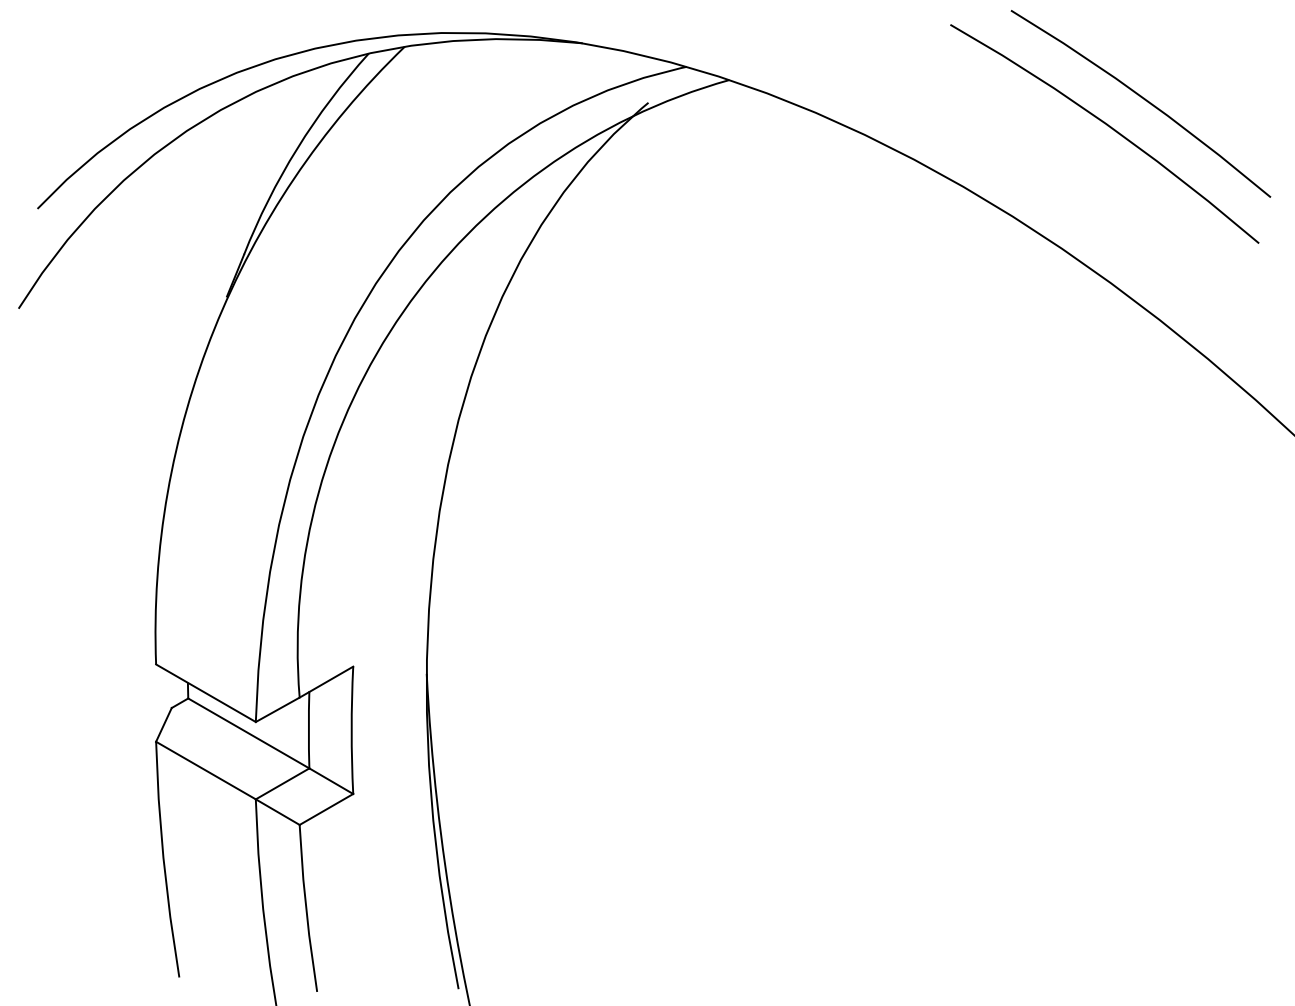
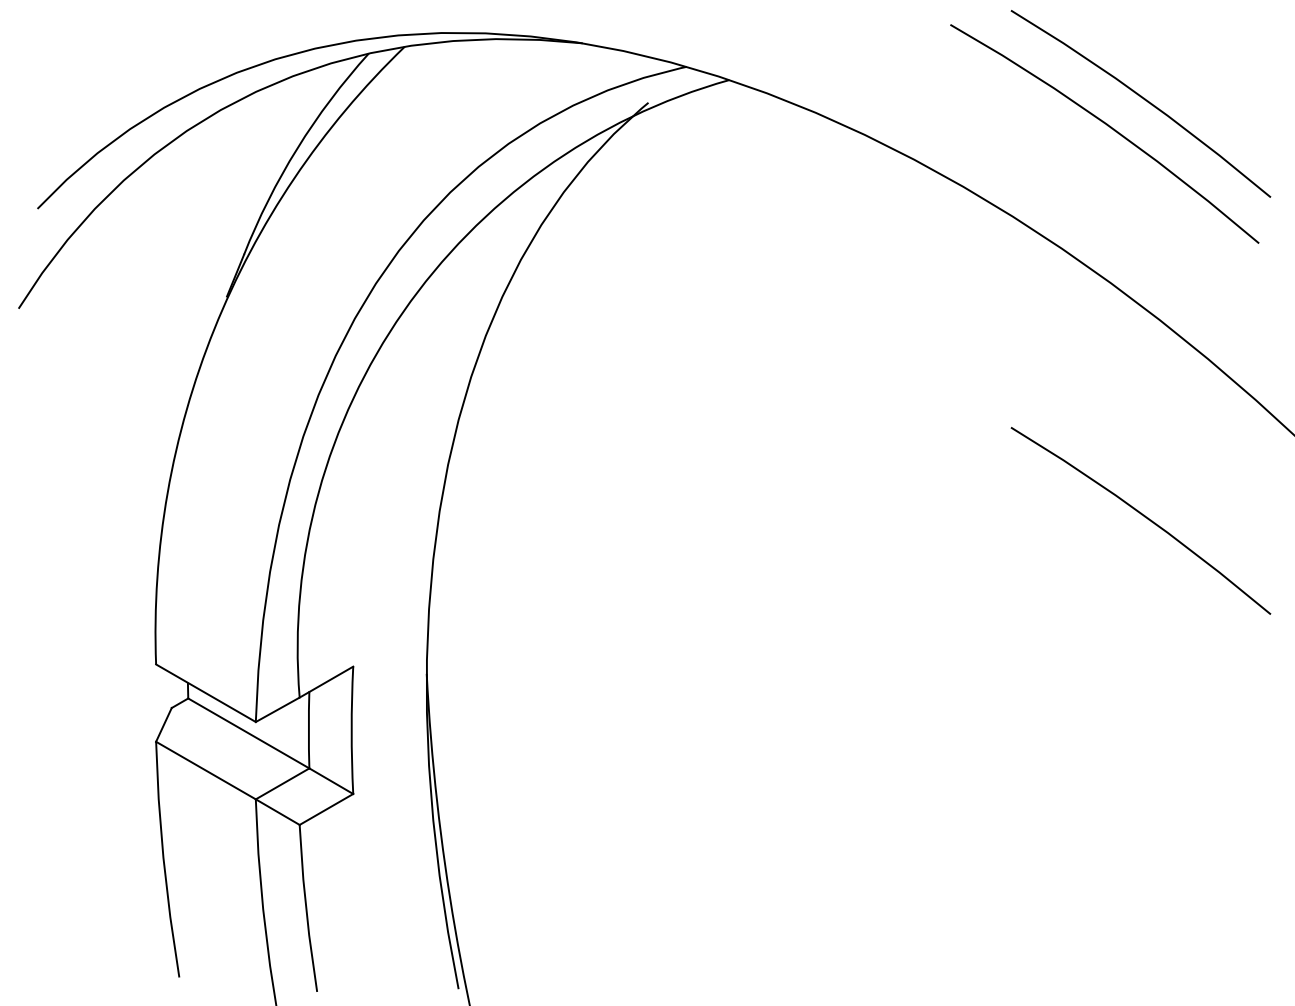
curve at (1143, 516): none -> present
